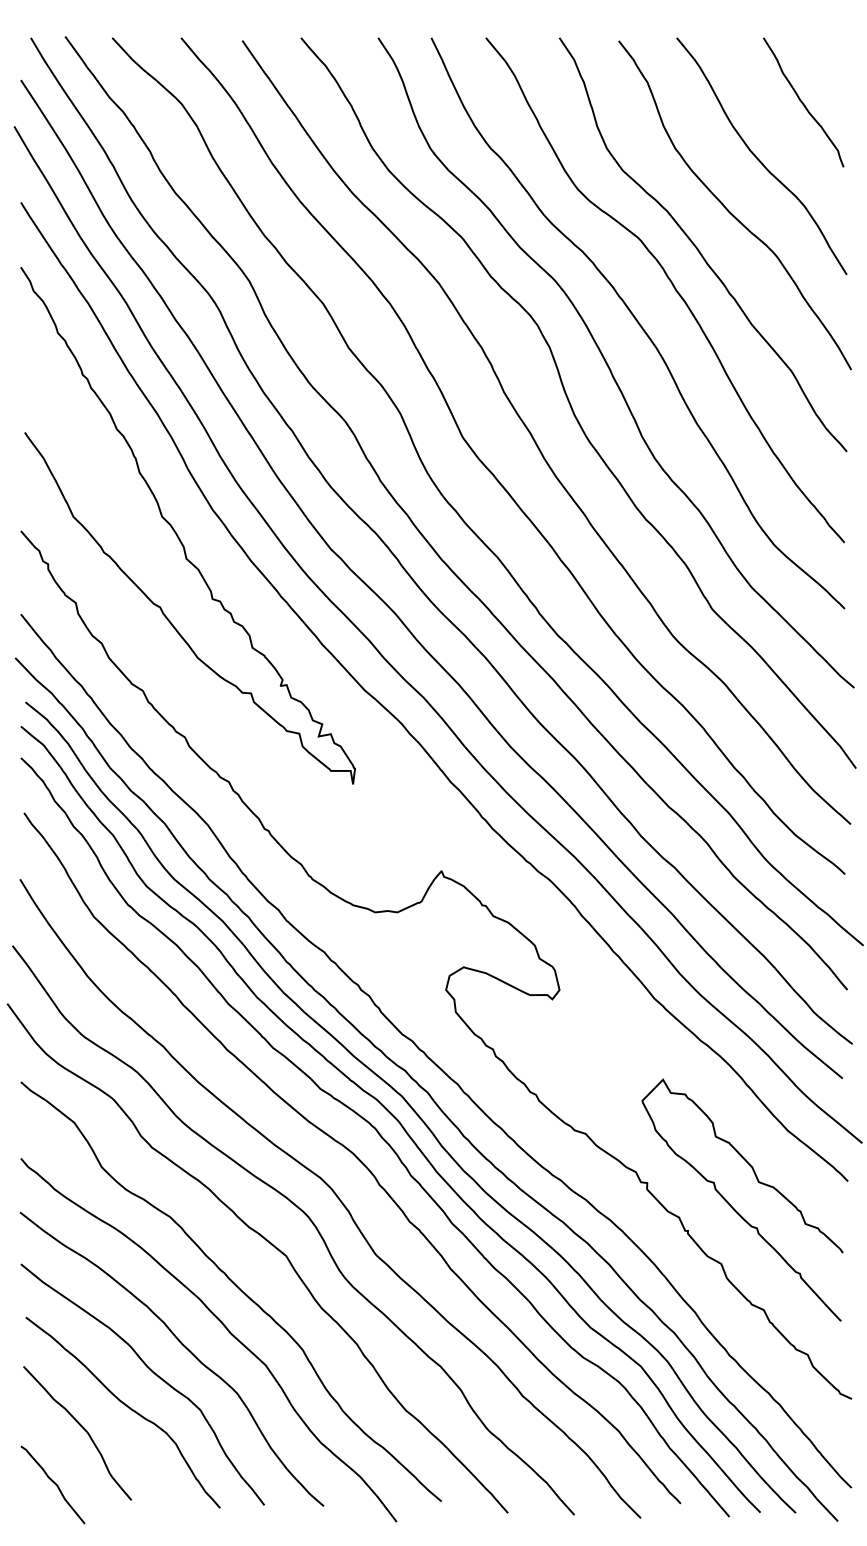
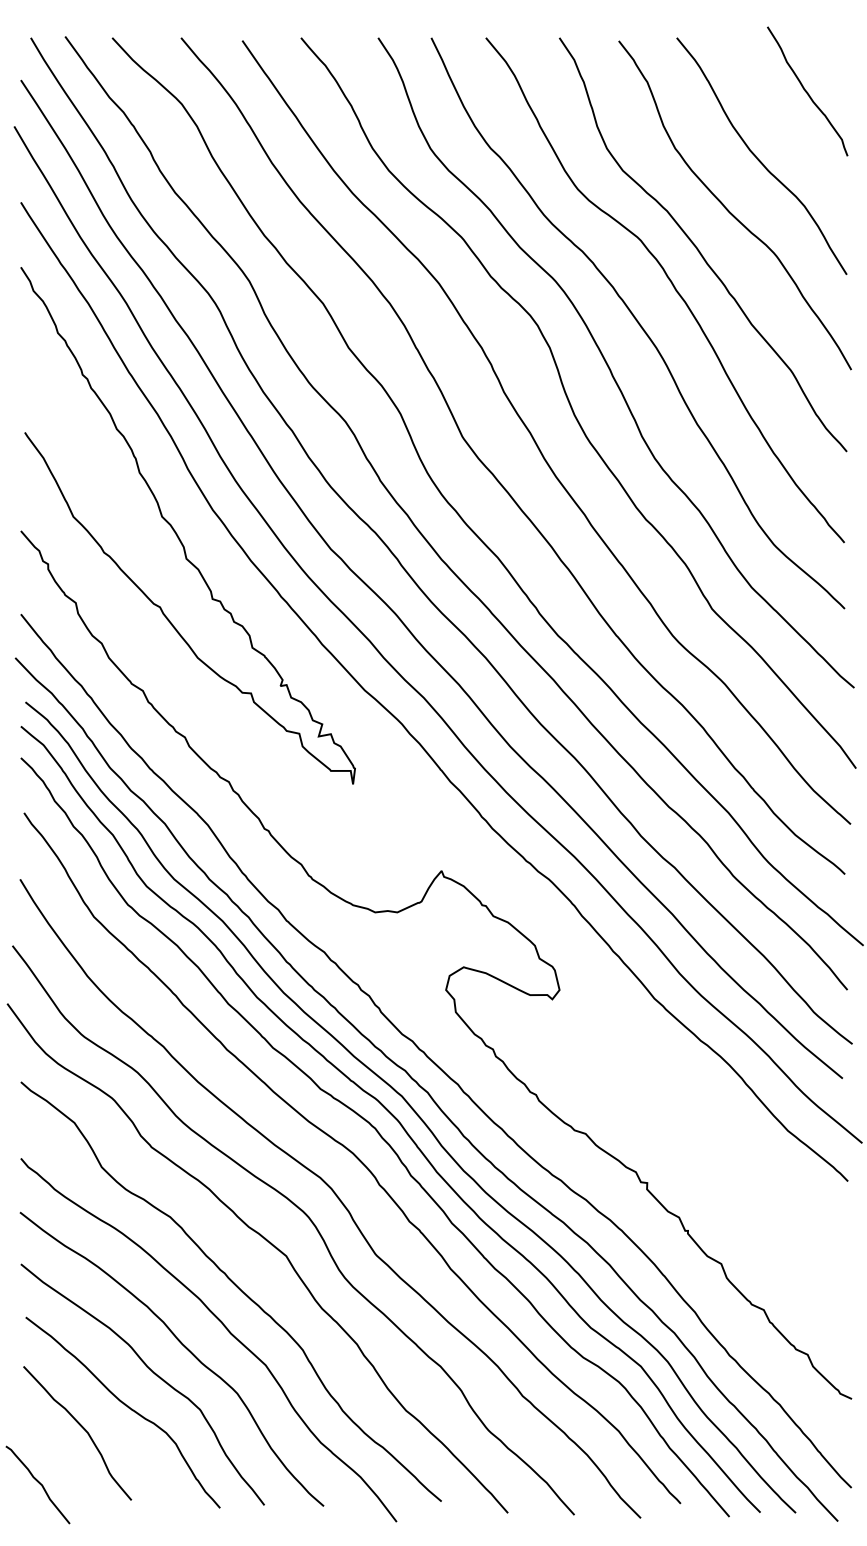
curve at (803, 102) position: (803, 102) -> (807, 91)
curve at (733, 1207): present -> none
curve at (53, 1483) position: (53, 1483) -> (38, 1483)
